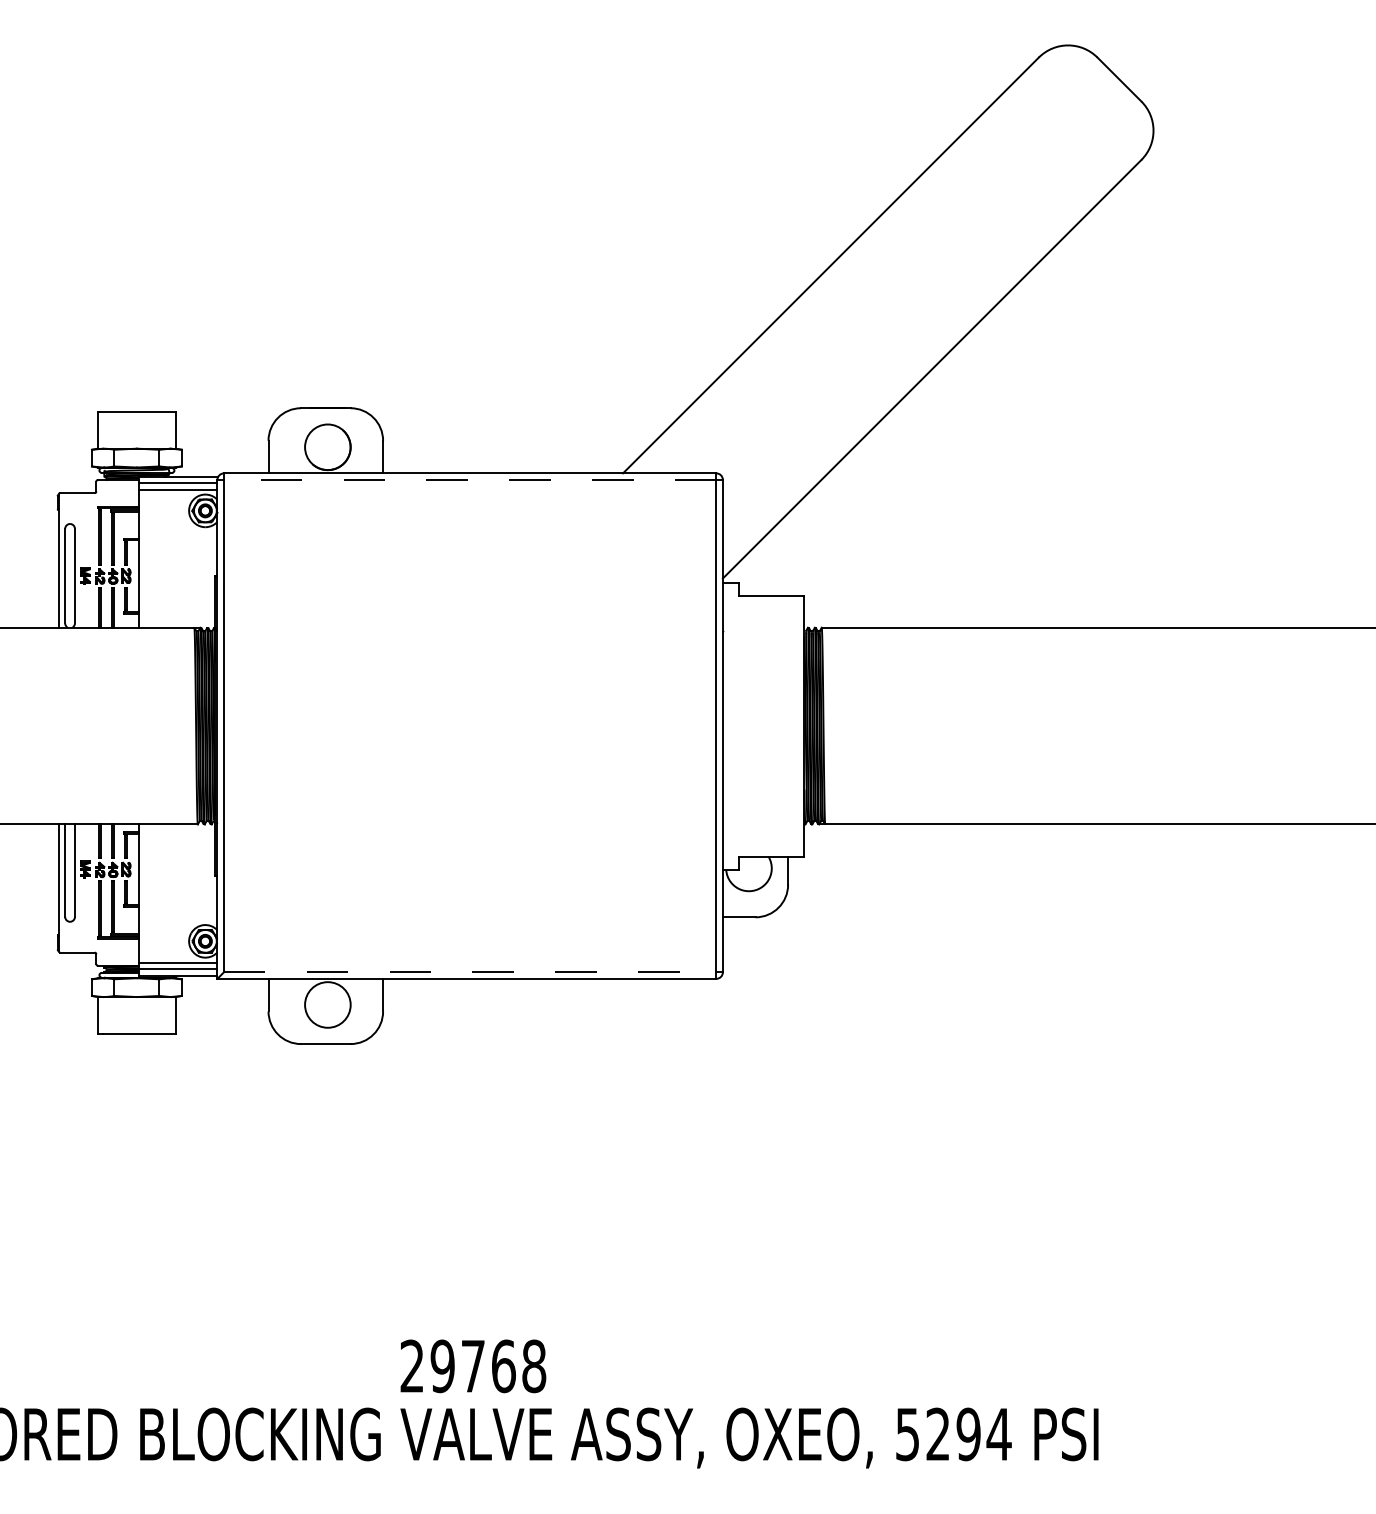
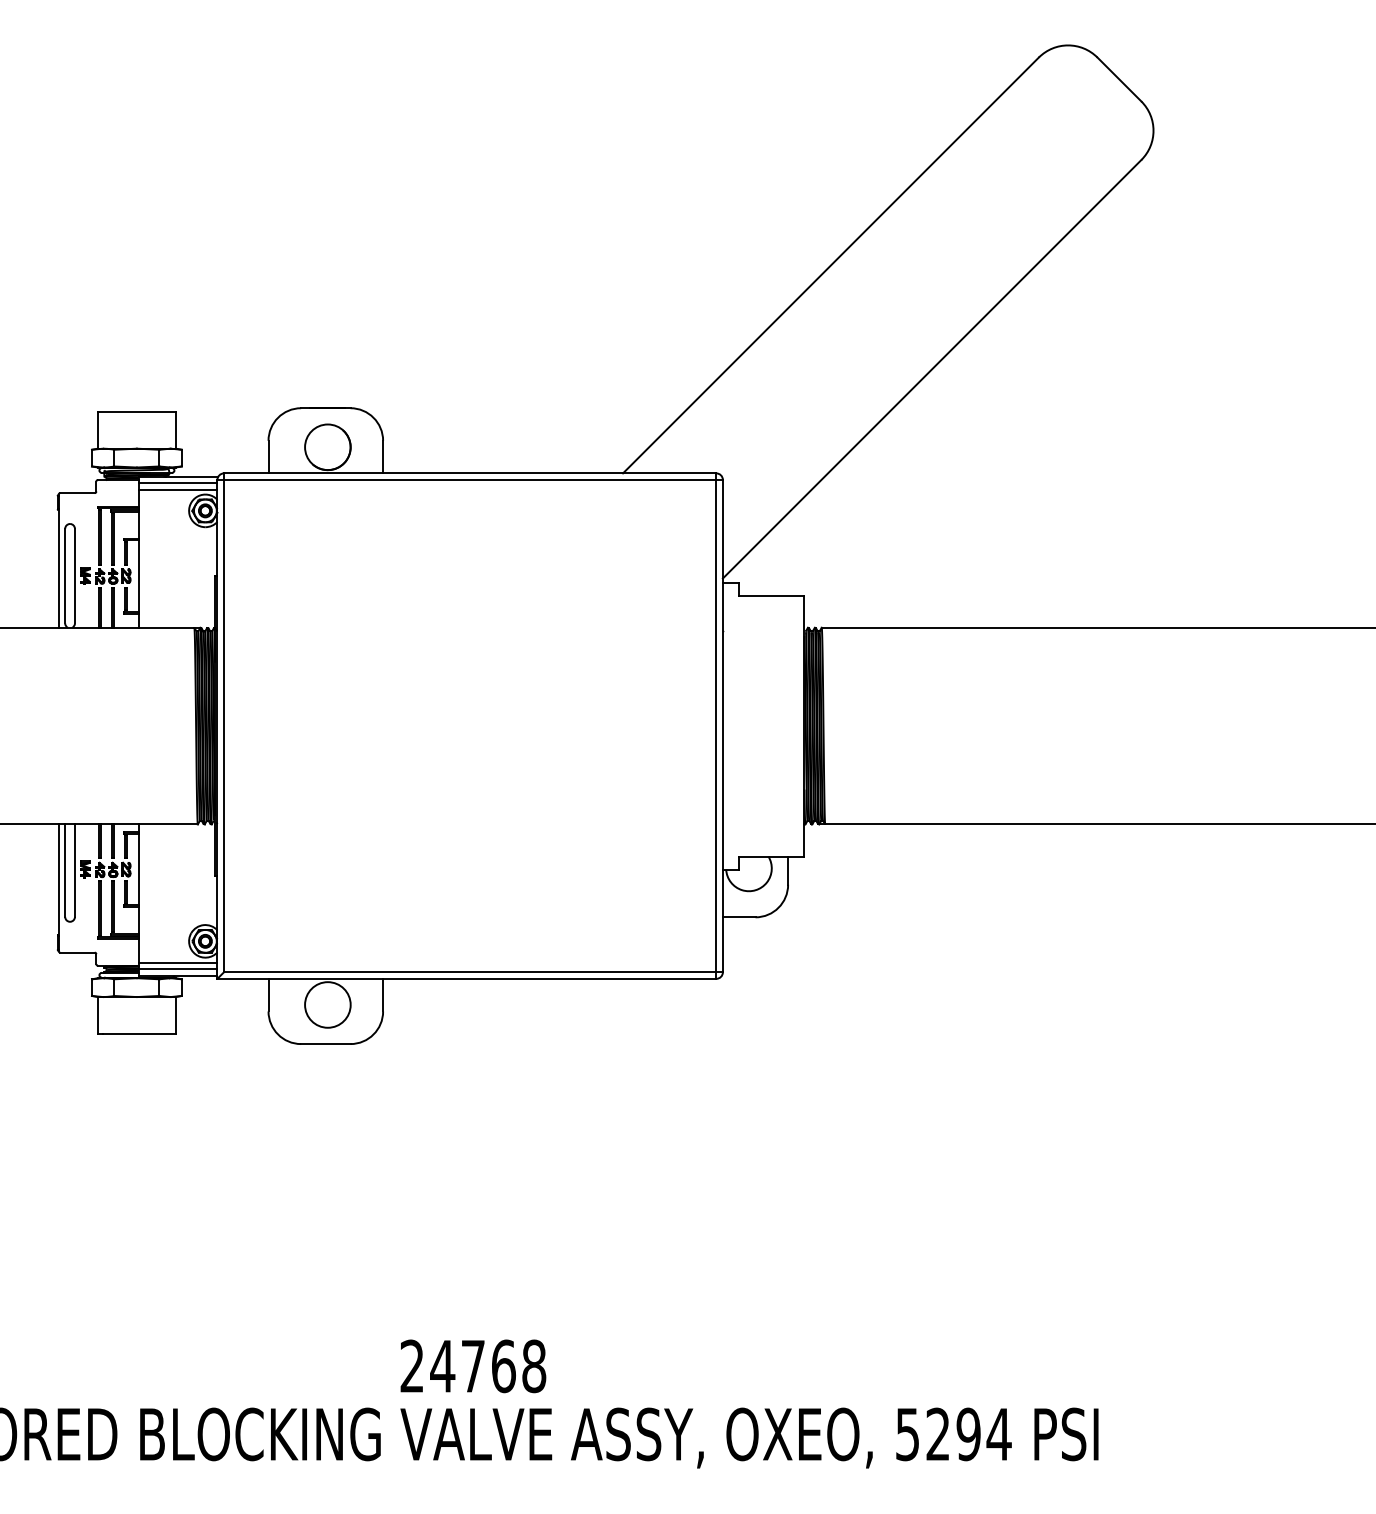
line at (469, 479): dashed -> solid
line at (470, 972): dashed -> solid
text at (442, 1366): 29768 -> 24768
